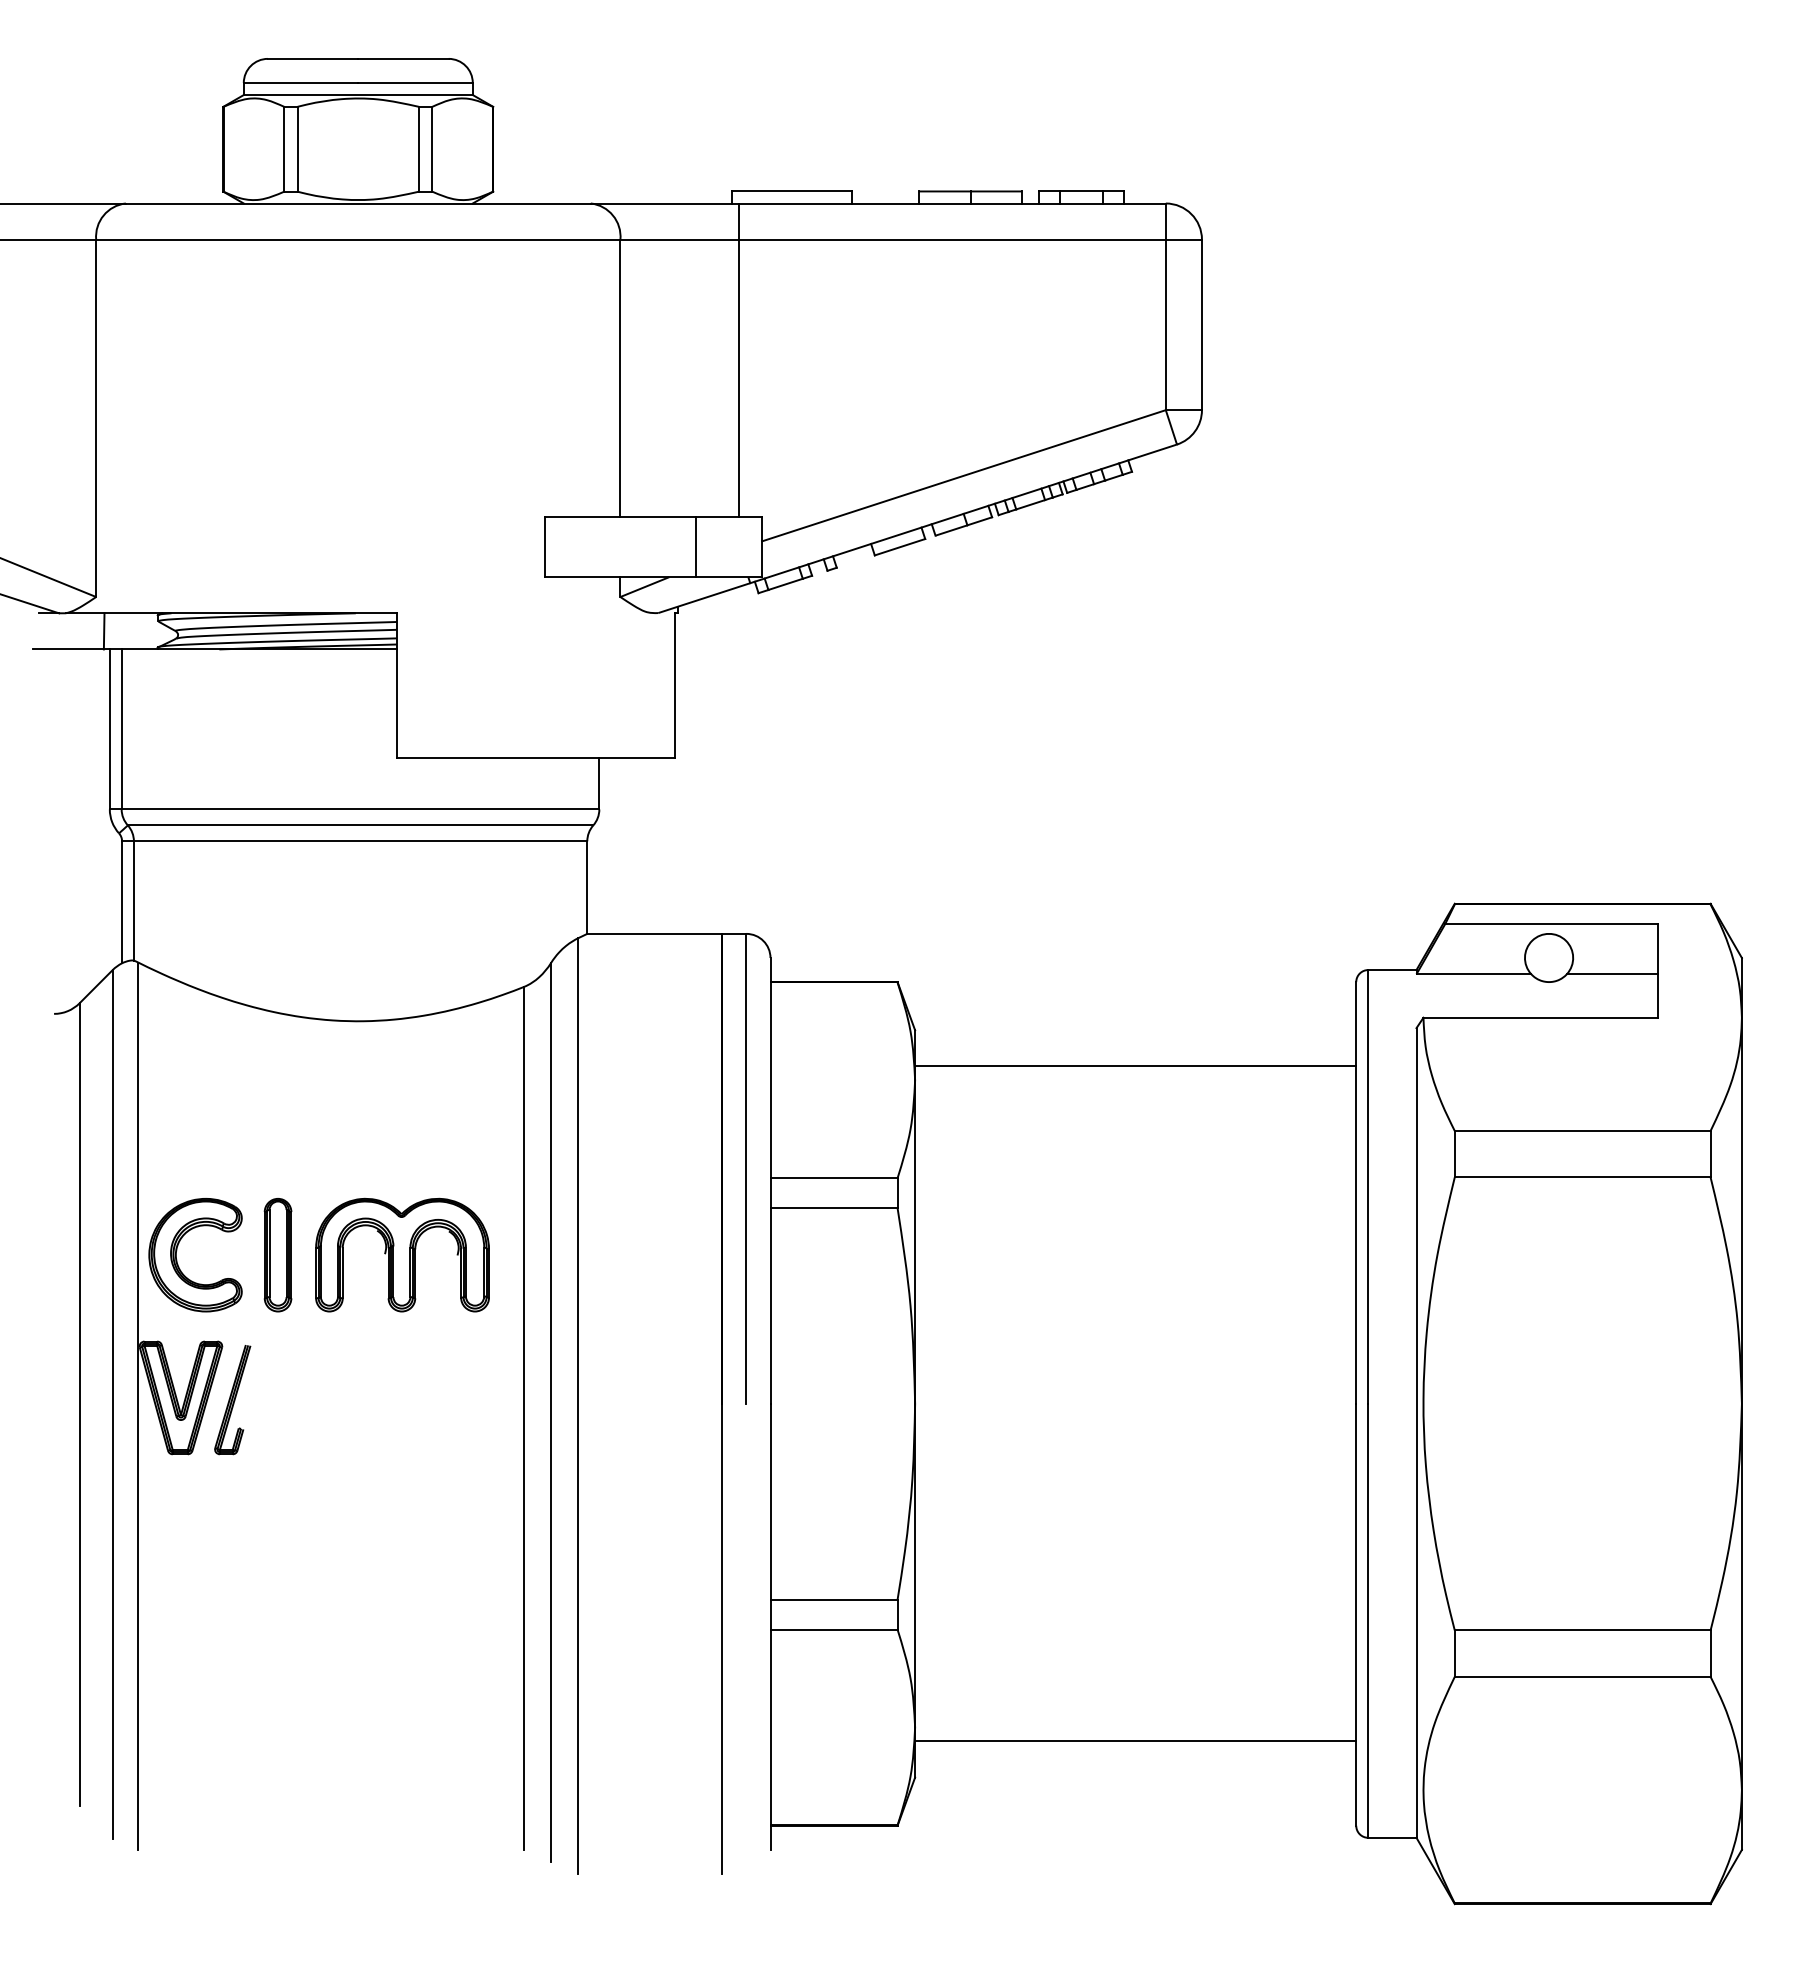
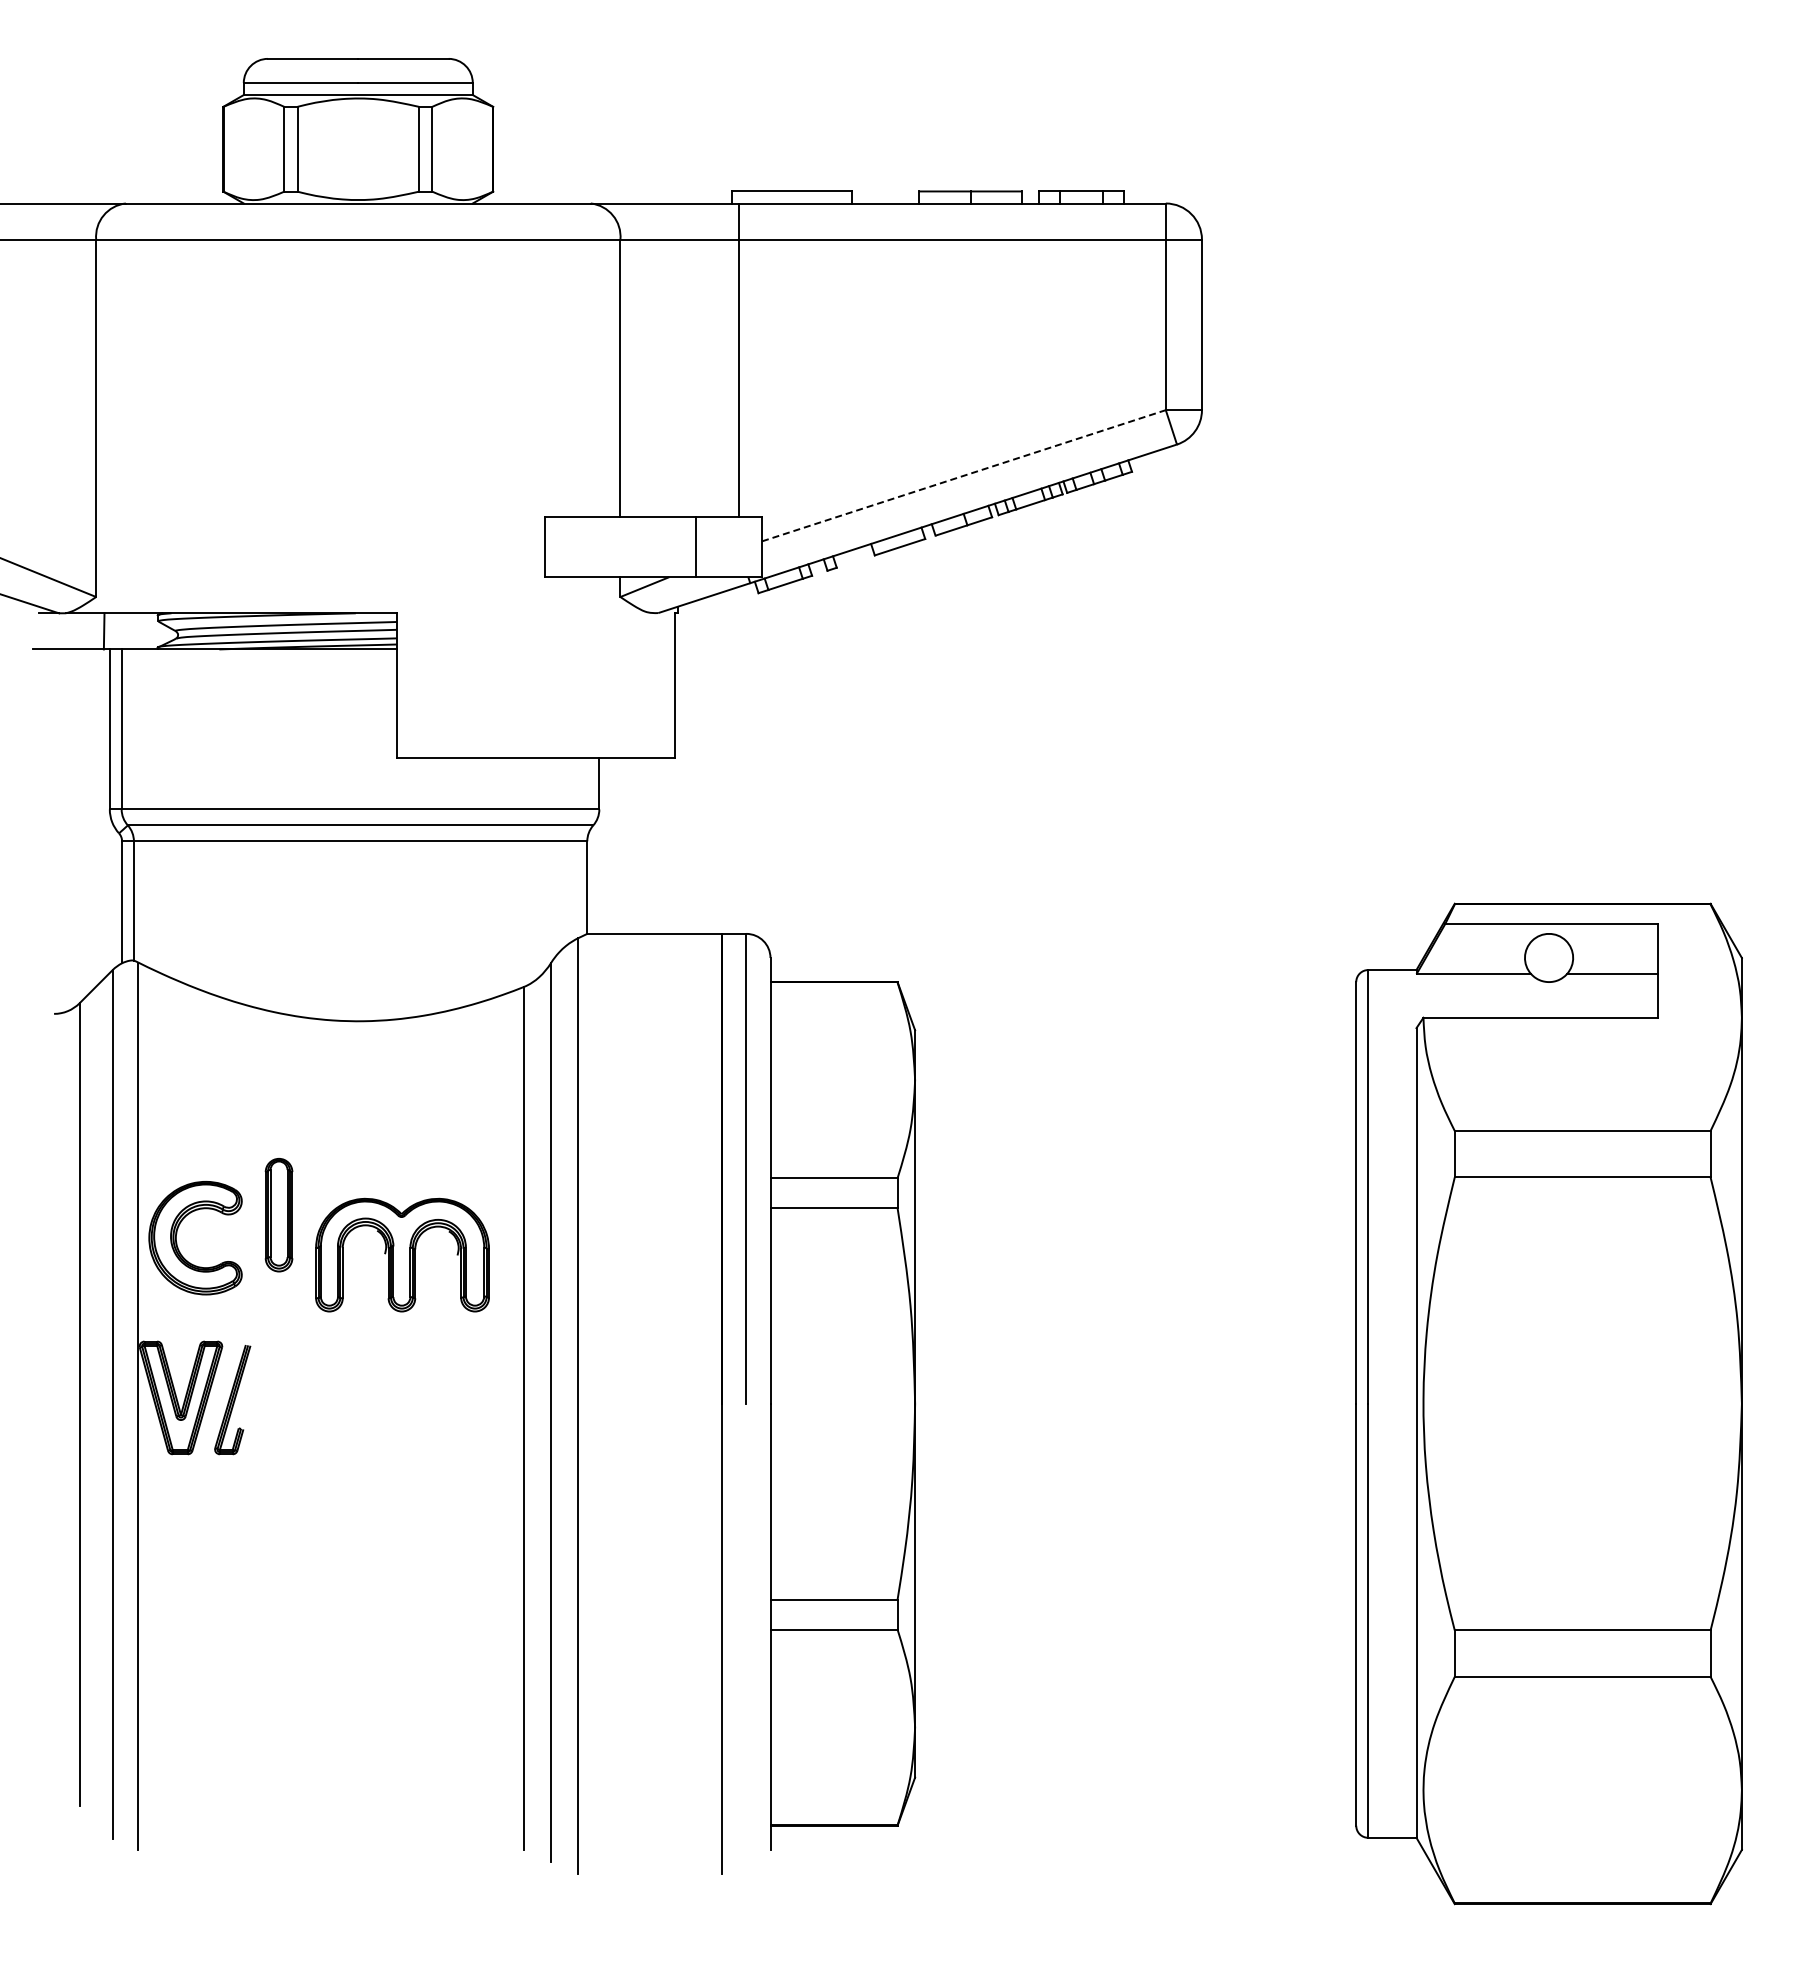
line at (964, 475): solid -> dashed
line at (1135, 1066): present -> none
part at (277, 1255) position: (277, 1255) -> (278, 1215)
part at (177, 1259) position: (177, 1259) -> (177, 1242)
line at (1135, 1741): present -> none
